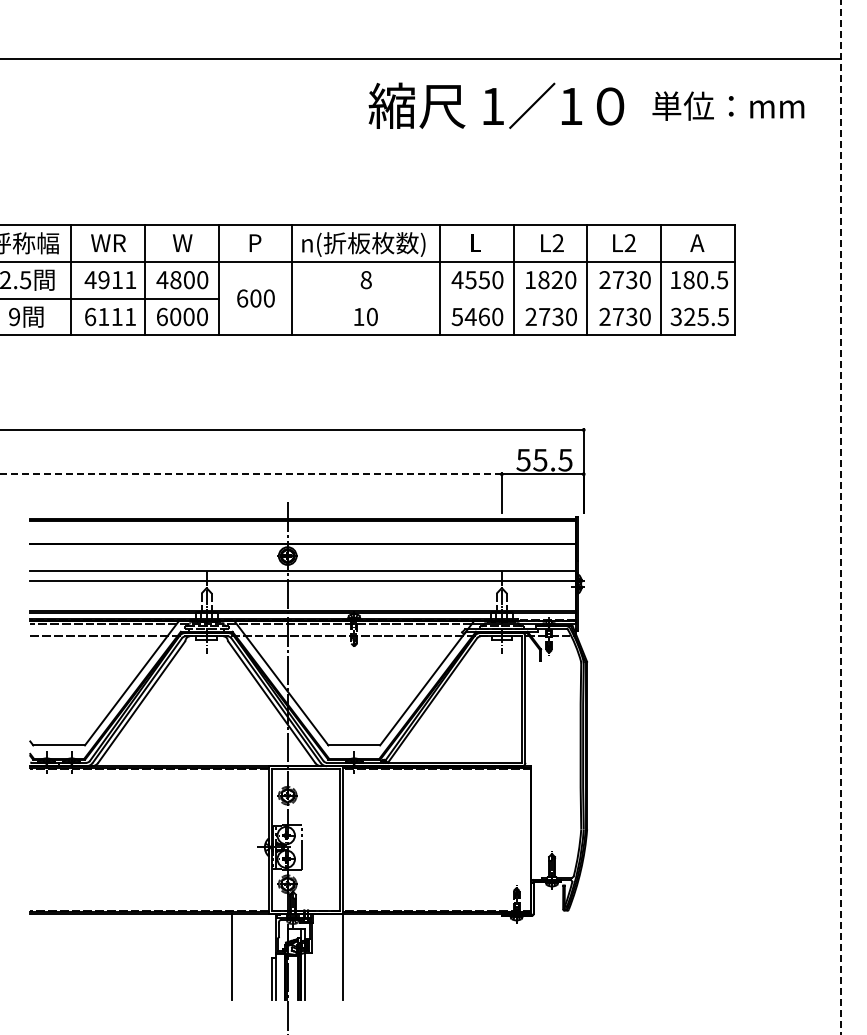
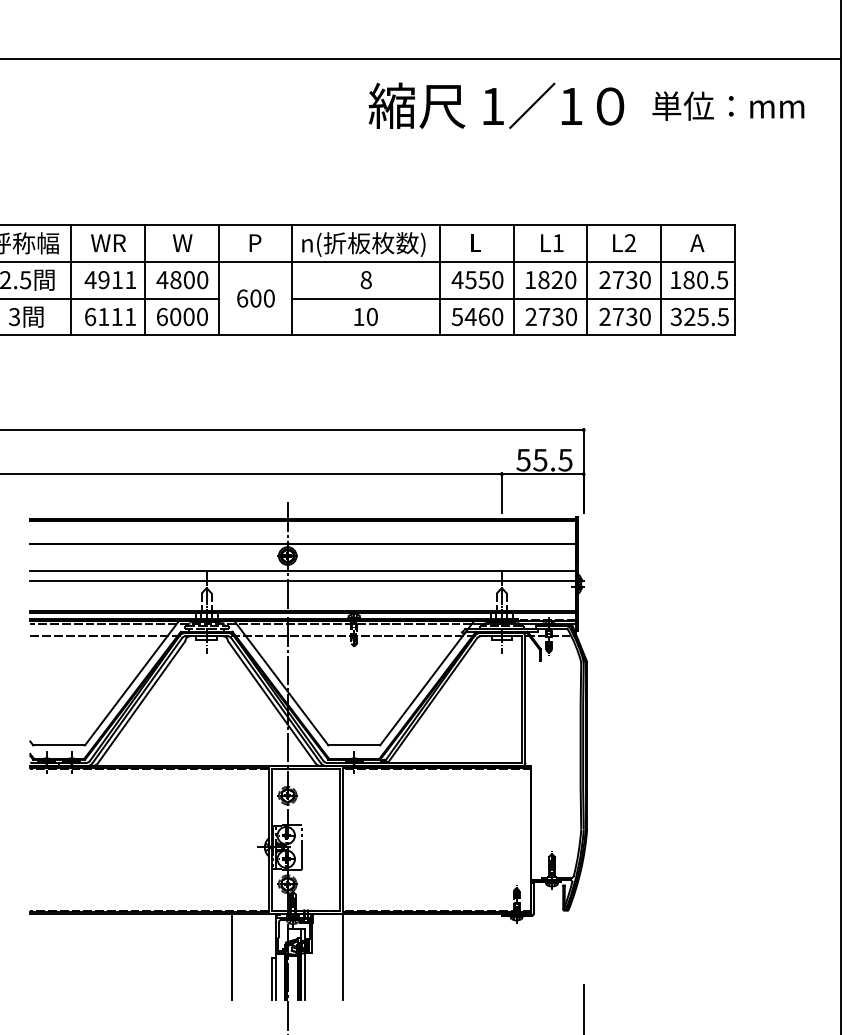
text at (557, 242): L2 -> L1
line at (513, 298): none -> present
text at (13, 317): 9 -> 3
line at (250, 474): dashed -> solid
line at (841, 516): dashed -> solid
line at (583, 1007): none -> present
